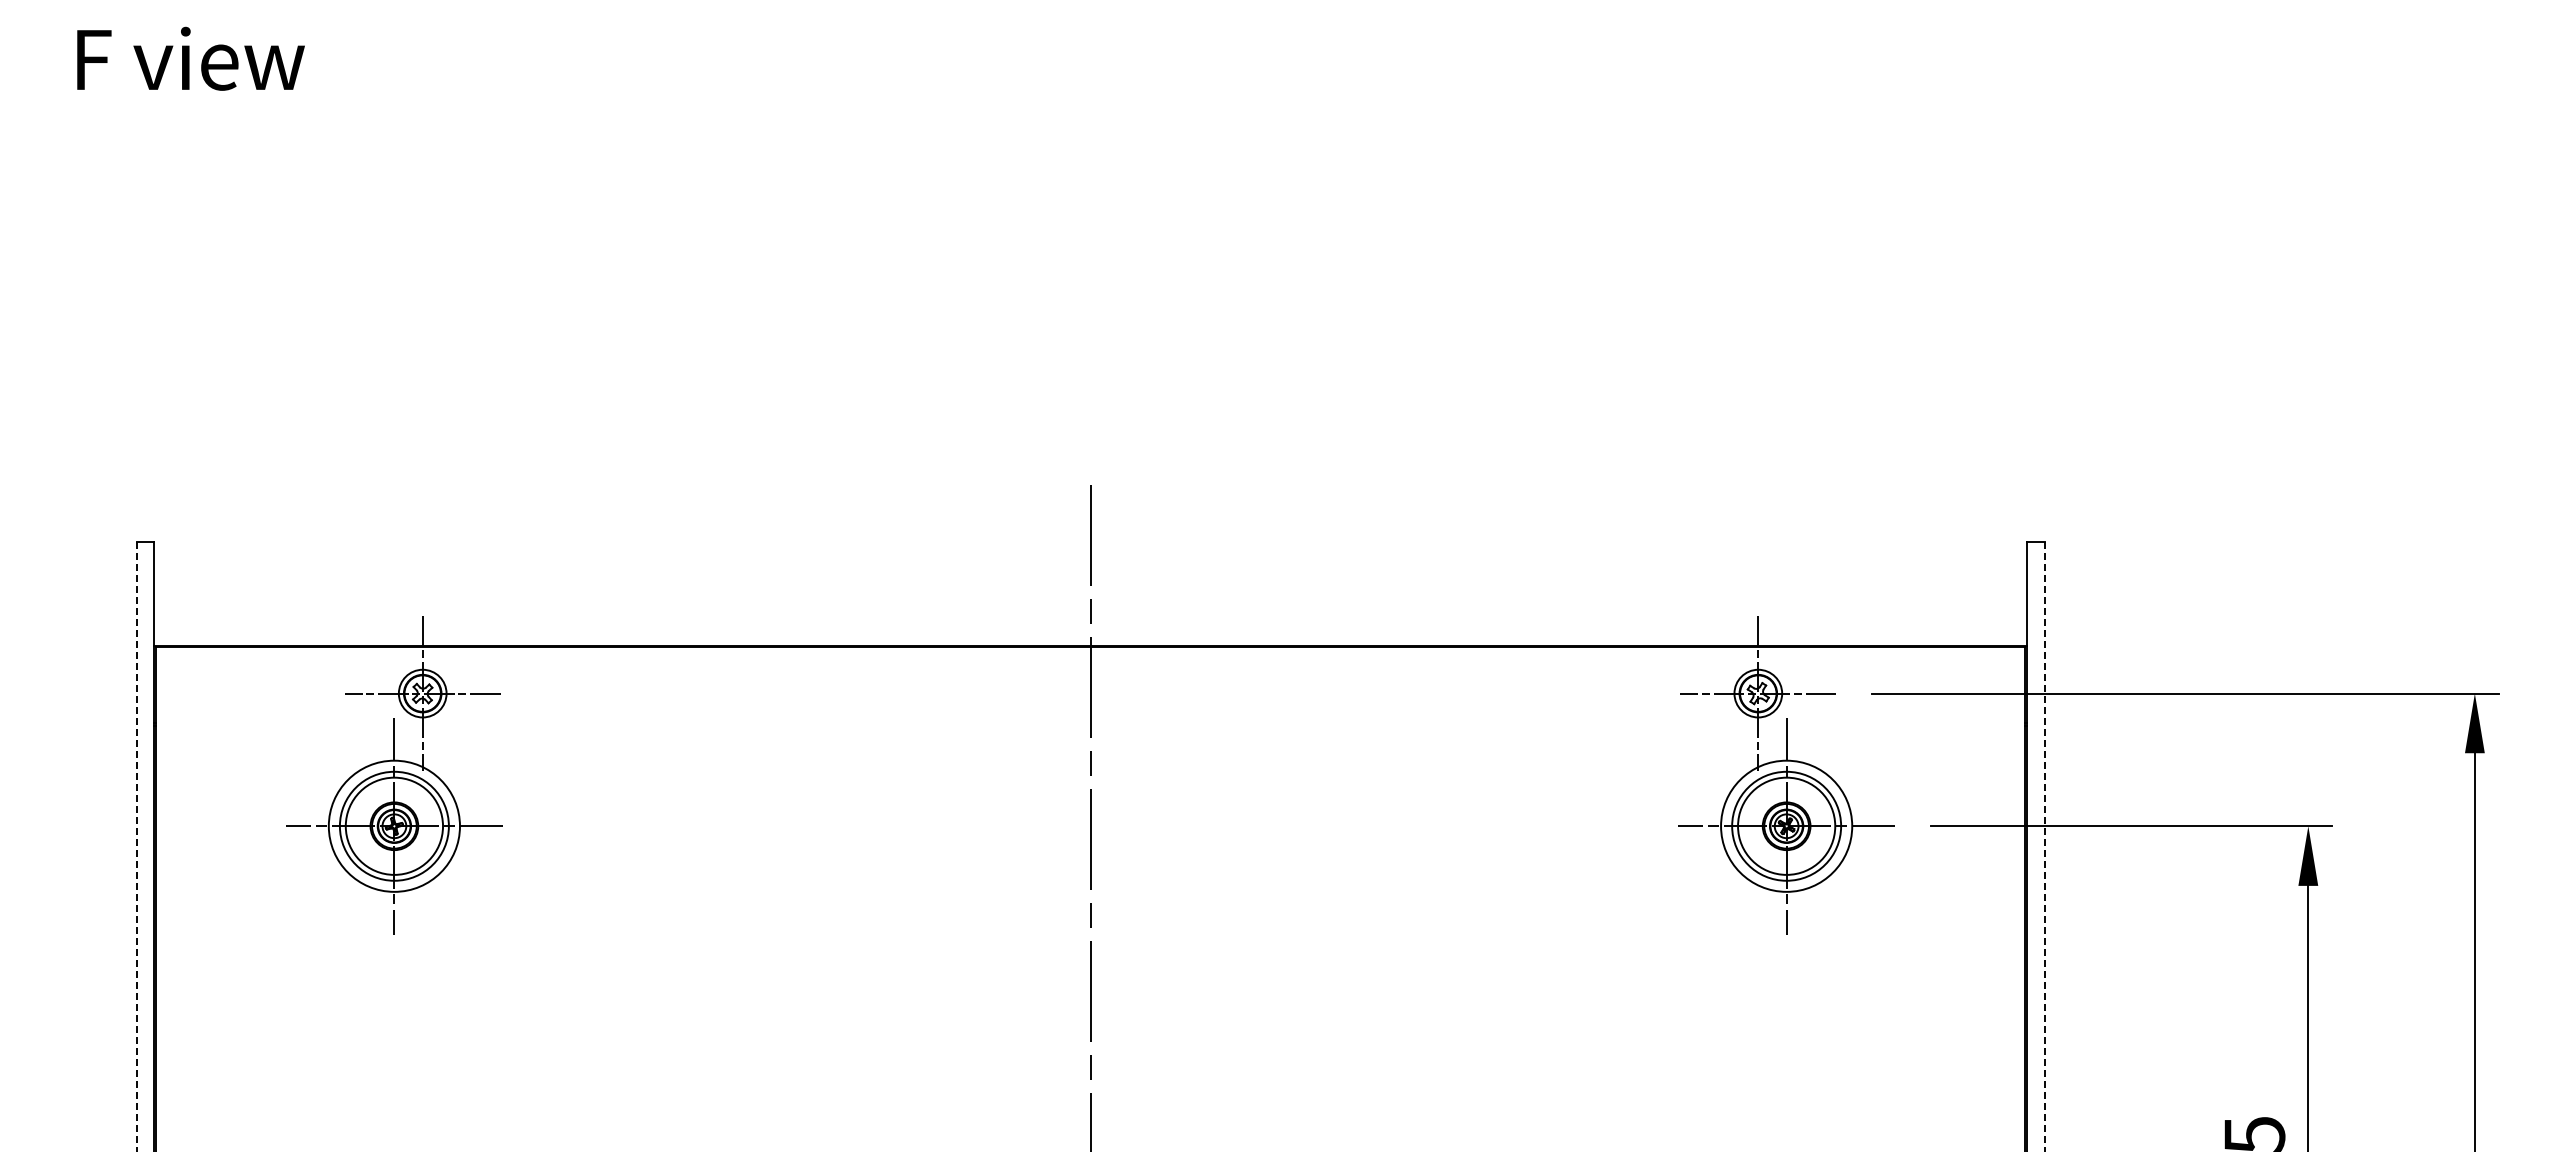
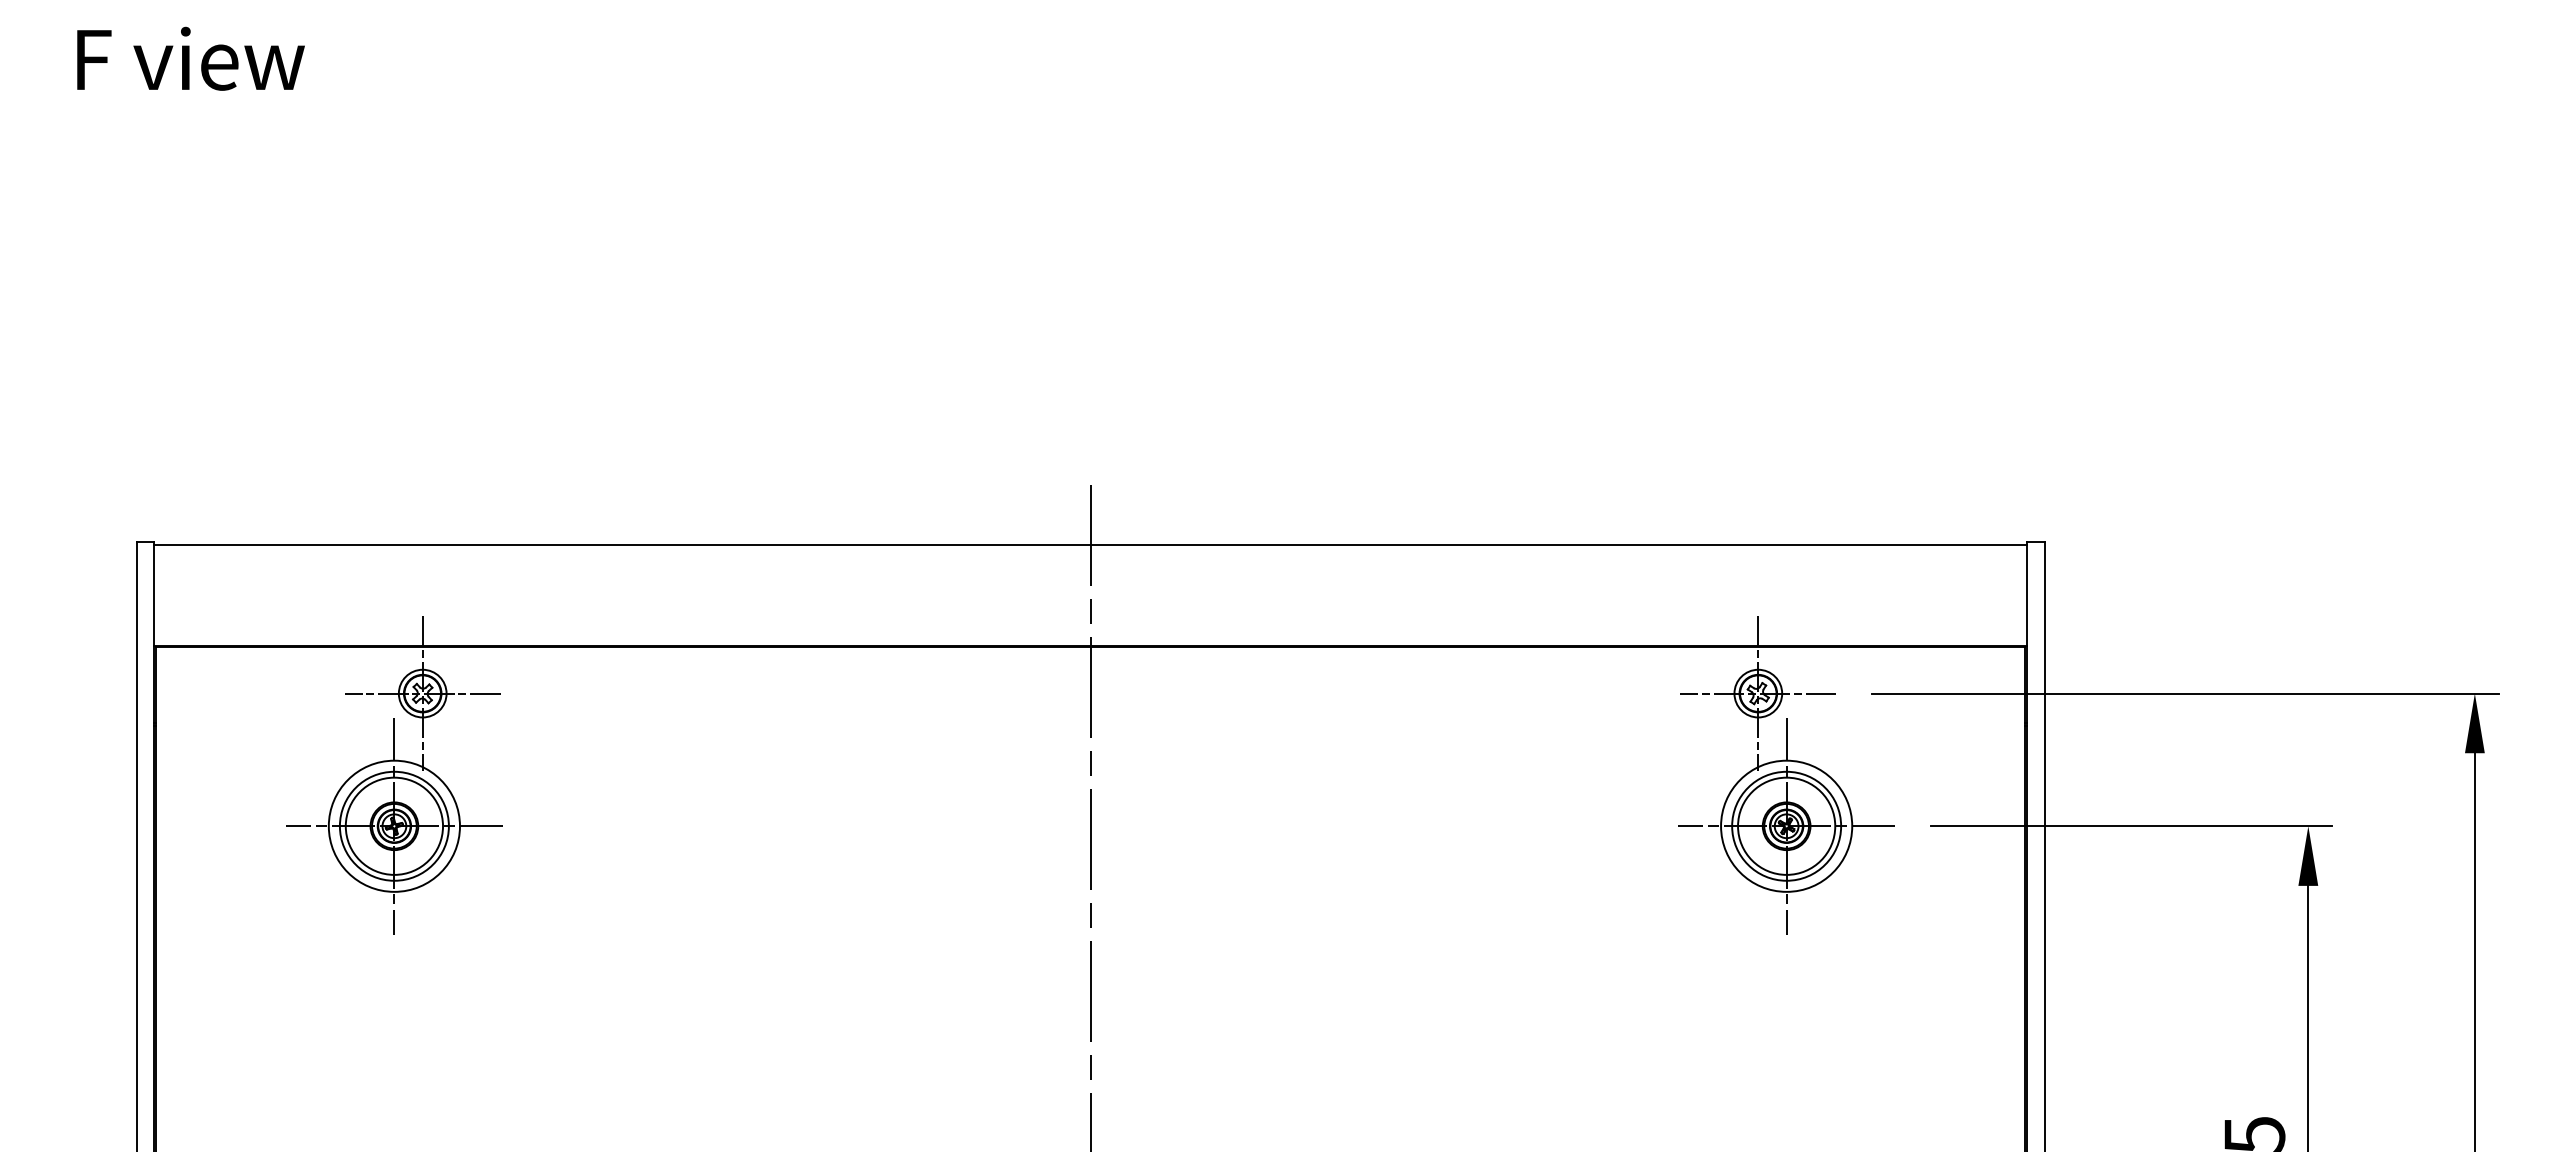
line at (1090, 544): none -> present
line at (136, 846): dashed -> solid
line at (2044, 846): dashed -> solid
